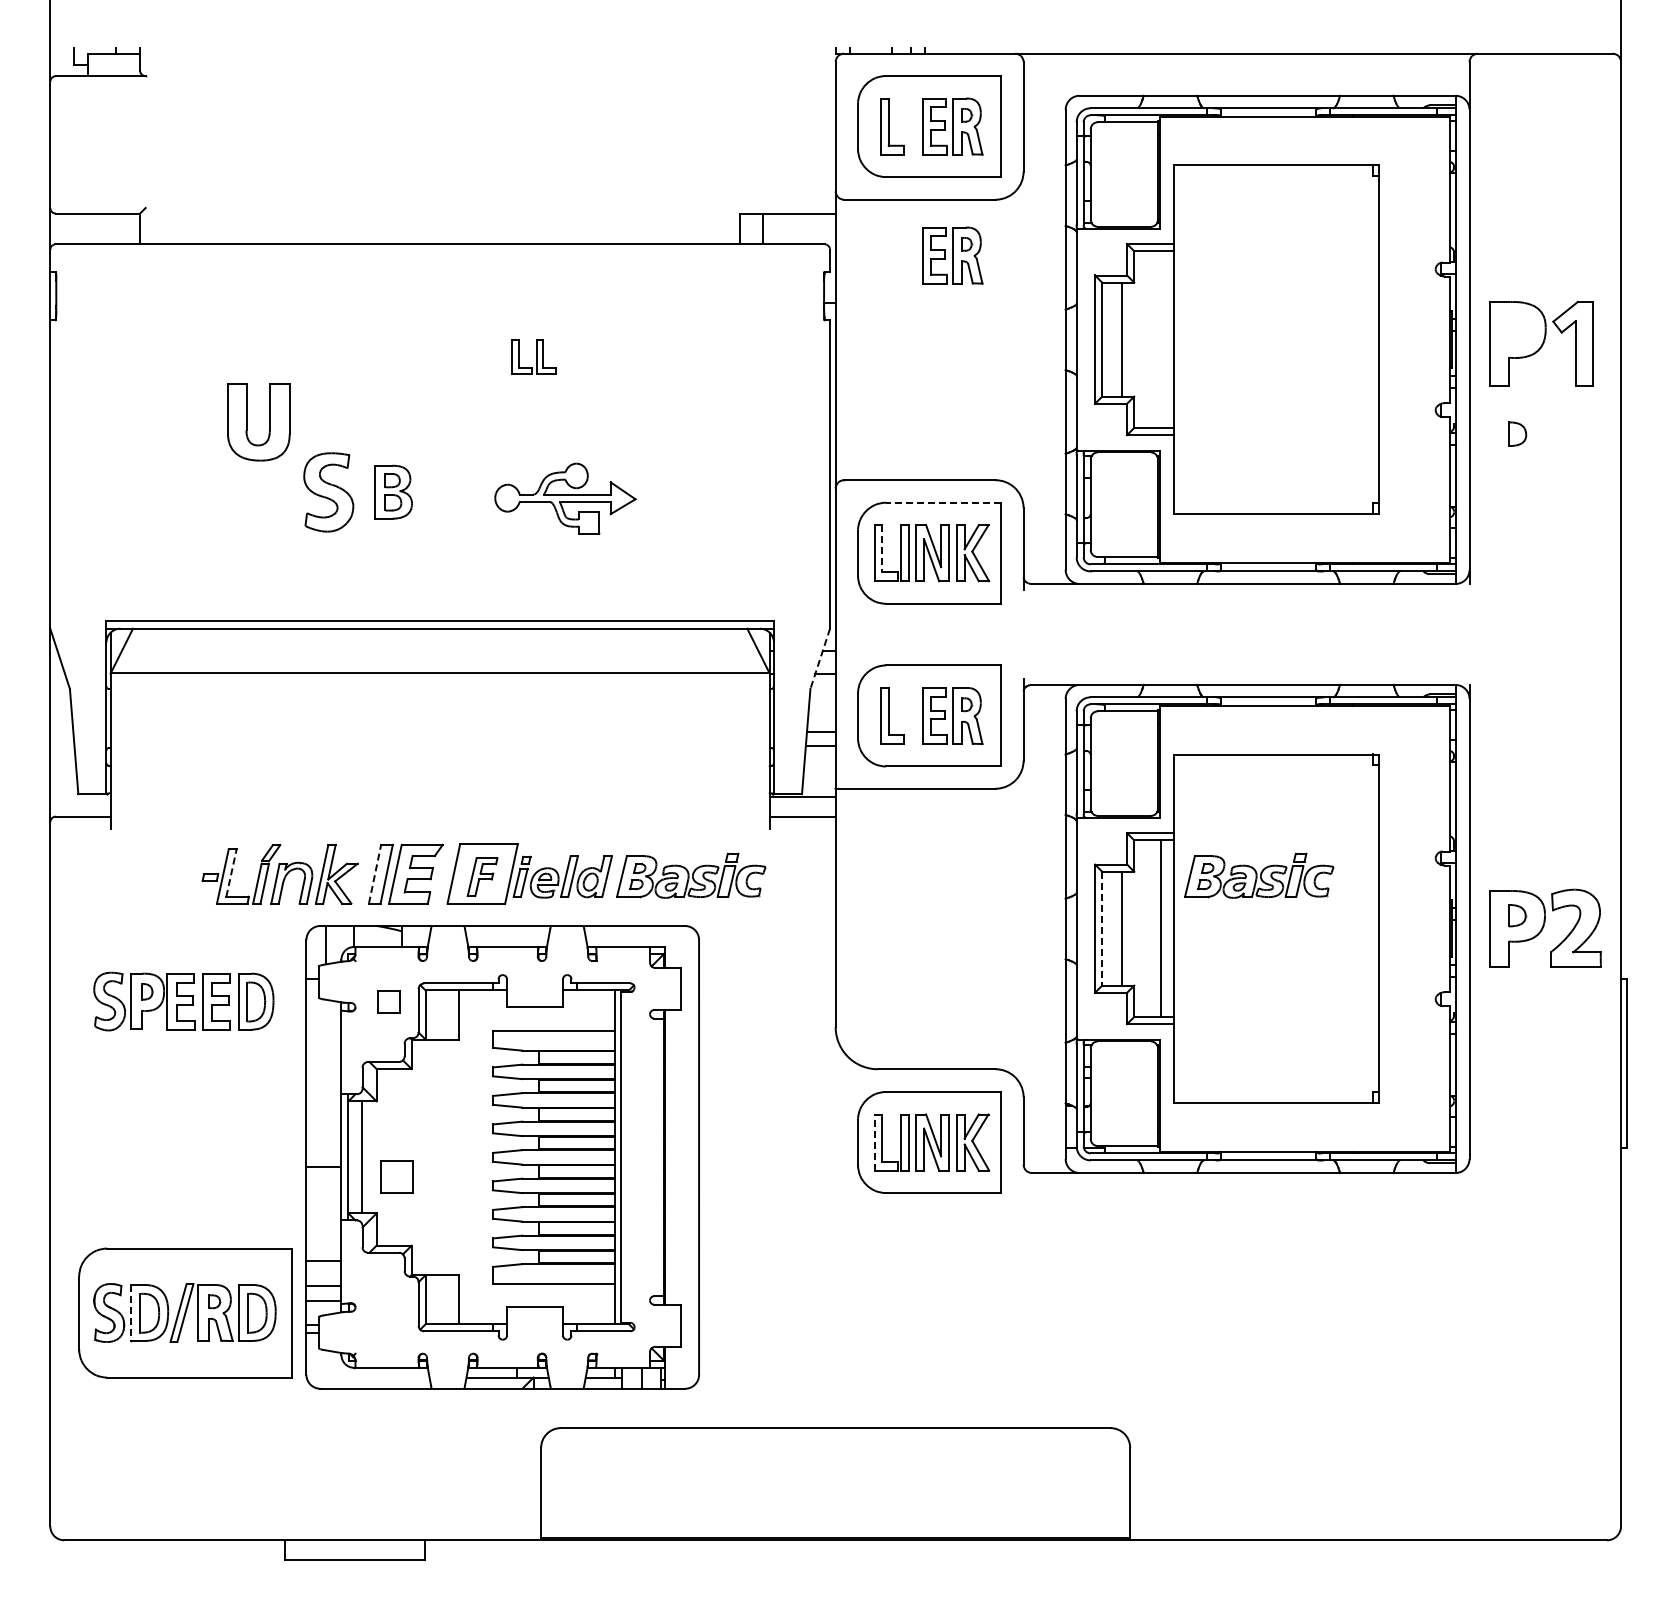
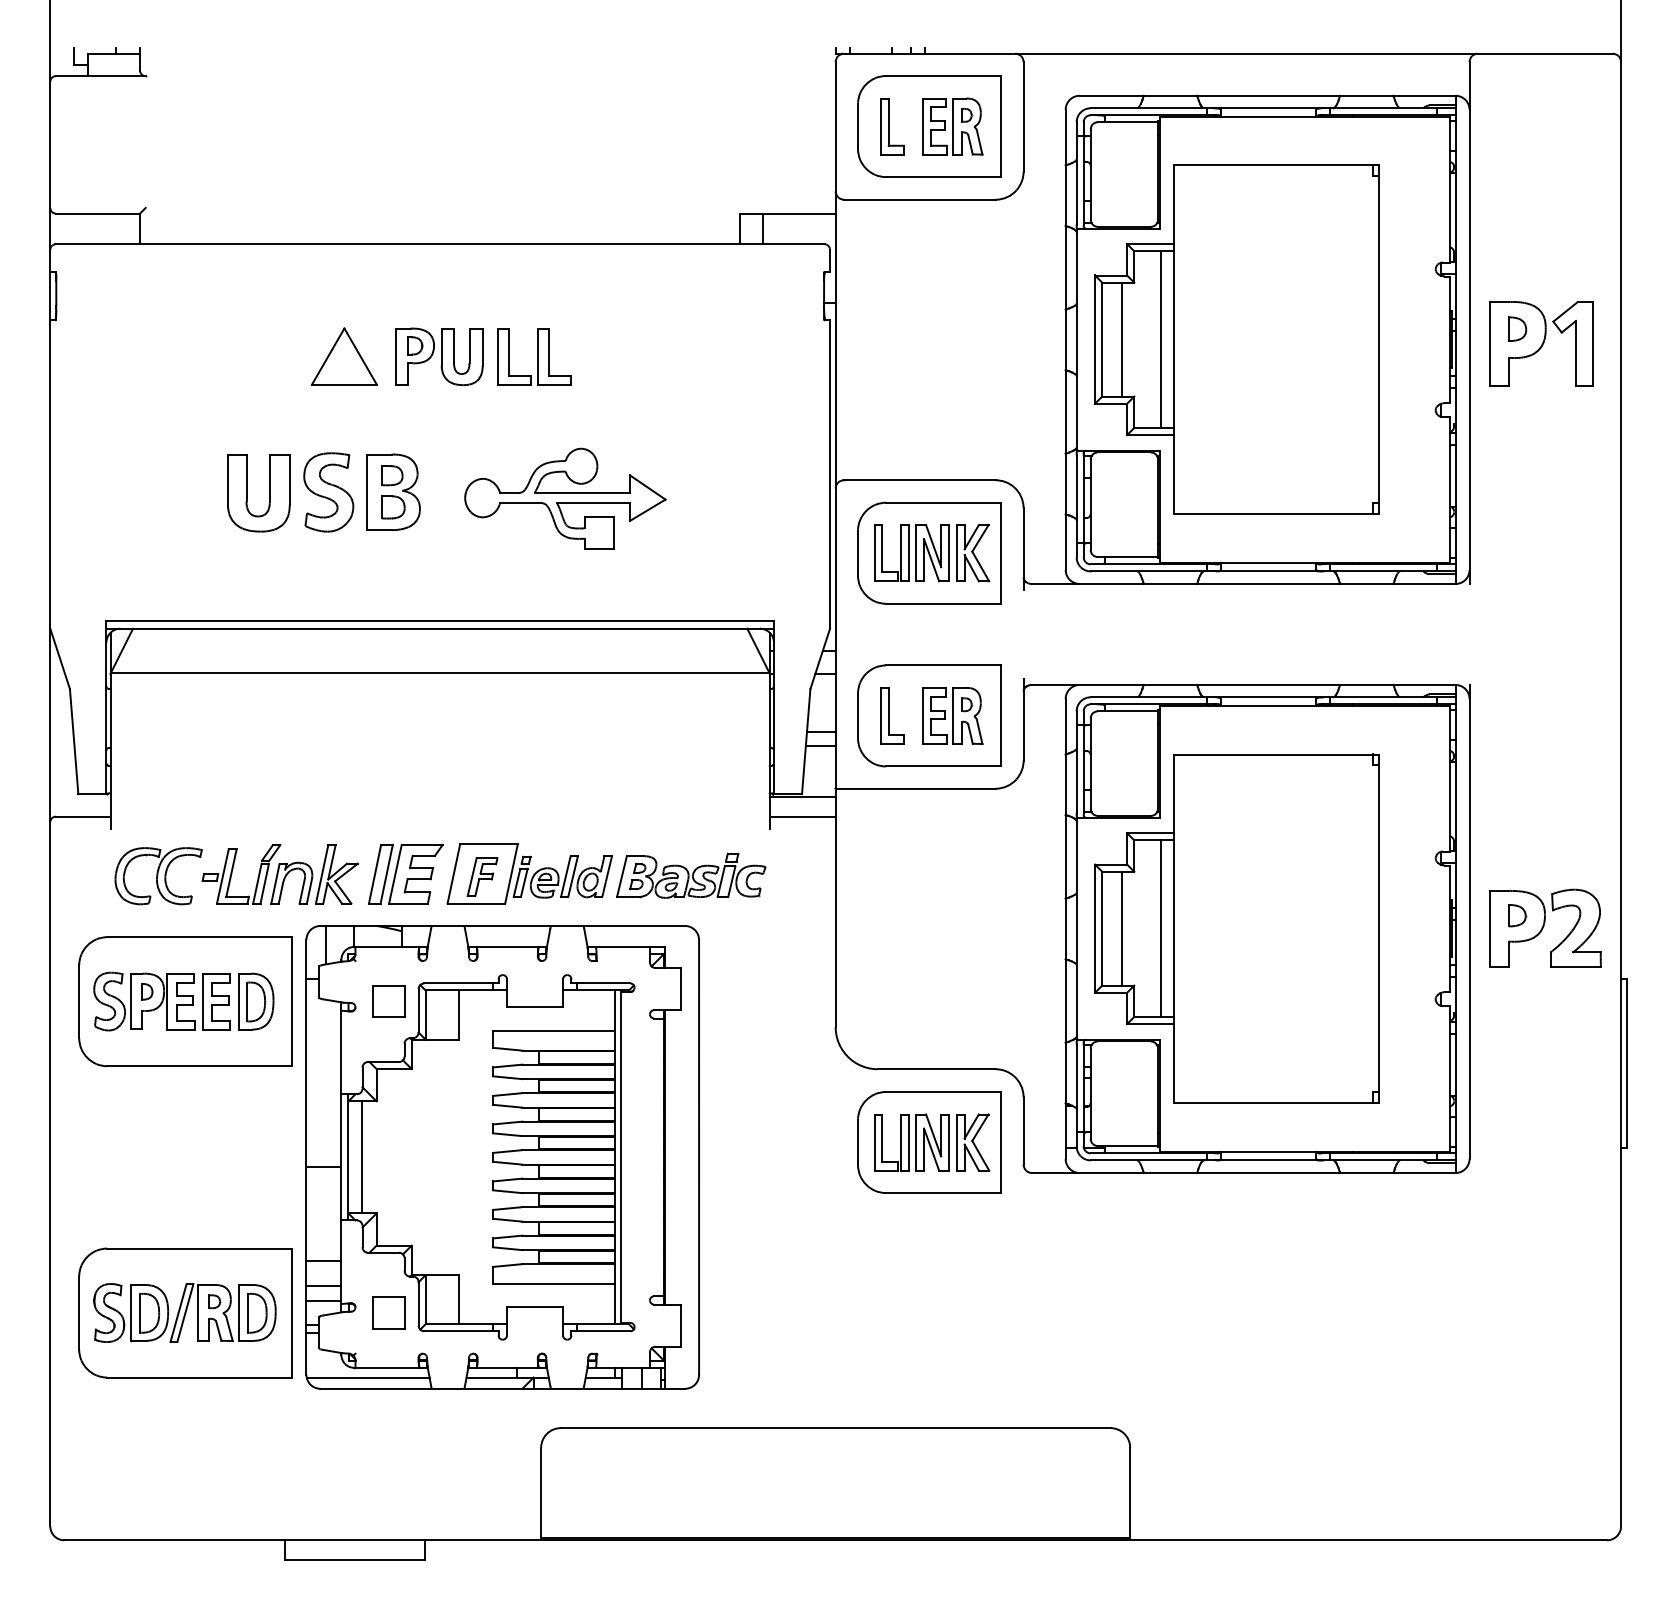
part at (952, 255): present -> none
line at (1160, 339): none -> present
part at (344, 356): none -> present
part at (439, 356): none -> present
part at (533, 356) size: 46x36 px -> 75x58 px
part at (247, 422) position: (247, 422) -> (247, 493)
part at (1517, 433) position: (1517, 433) -> (1517, 328)
part at (393, 491) size: 39x56 px -> 55x78 px
part at (565, 498) size: 143x73 px -> 203x103 px
line at (943, 502): dashed -> solid
line at (882, 548): dashed -> solid
line at (820, 658): dashed -> solid
line at (231, 872): dashed -> solid
line at (375, 874): dashed -> solid
part at (1259, 875): present -> none
part at (158, 876): none -> present
line at (1102, 928): dashed -> solid
part at (185, 1001): none -> present
part at (388, 1001) size: 24x24 px -> 34x33 px
line at (874, 1142): dashed -> solid
part at (396, 1176) position: (396, 1176) -> (388, 1312)
line at (131, 1312): dashed -> solid
line at (367, 1377): none -> present
